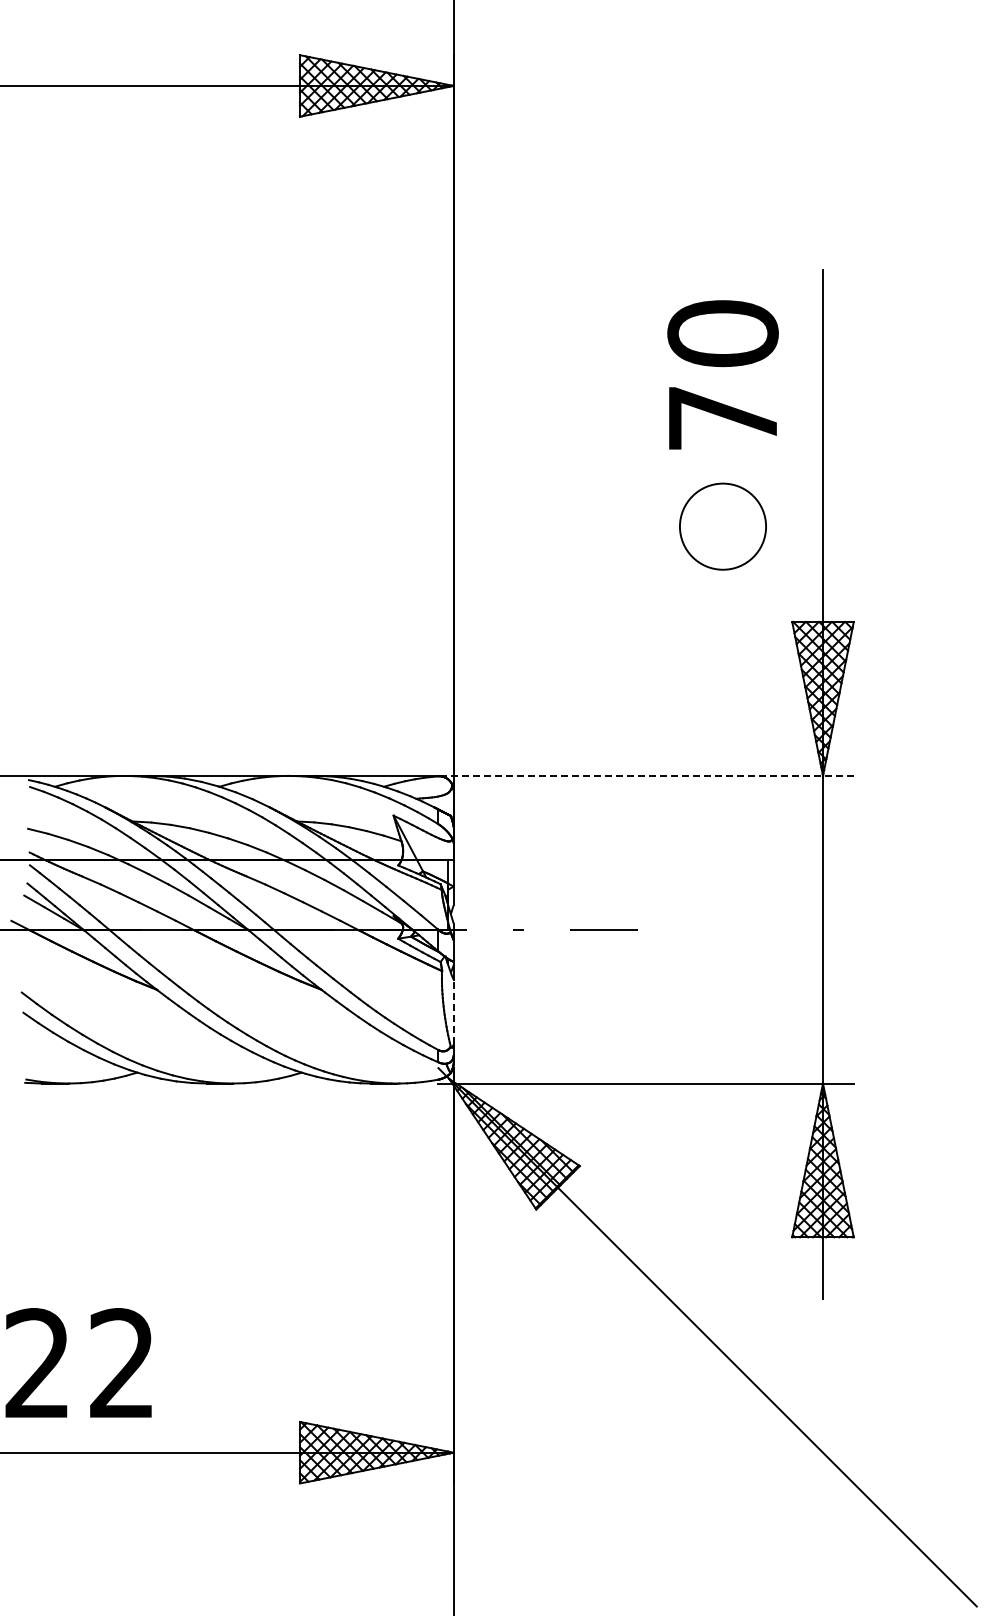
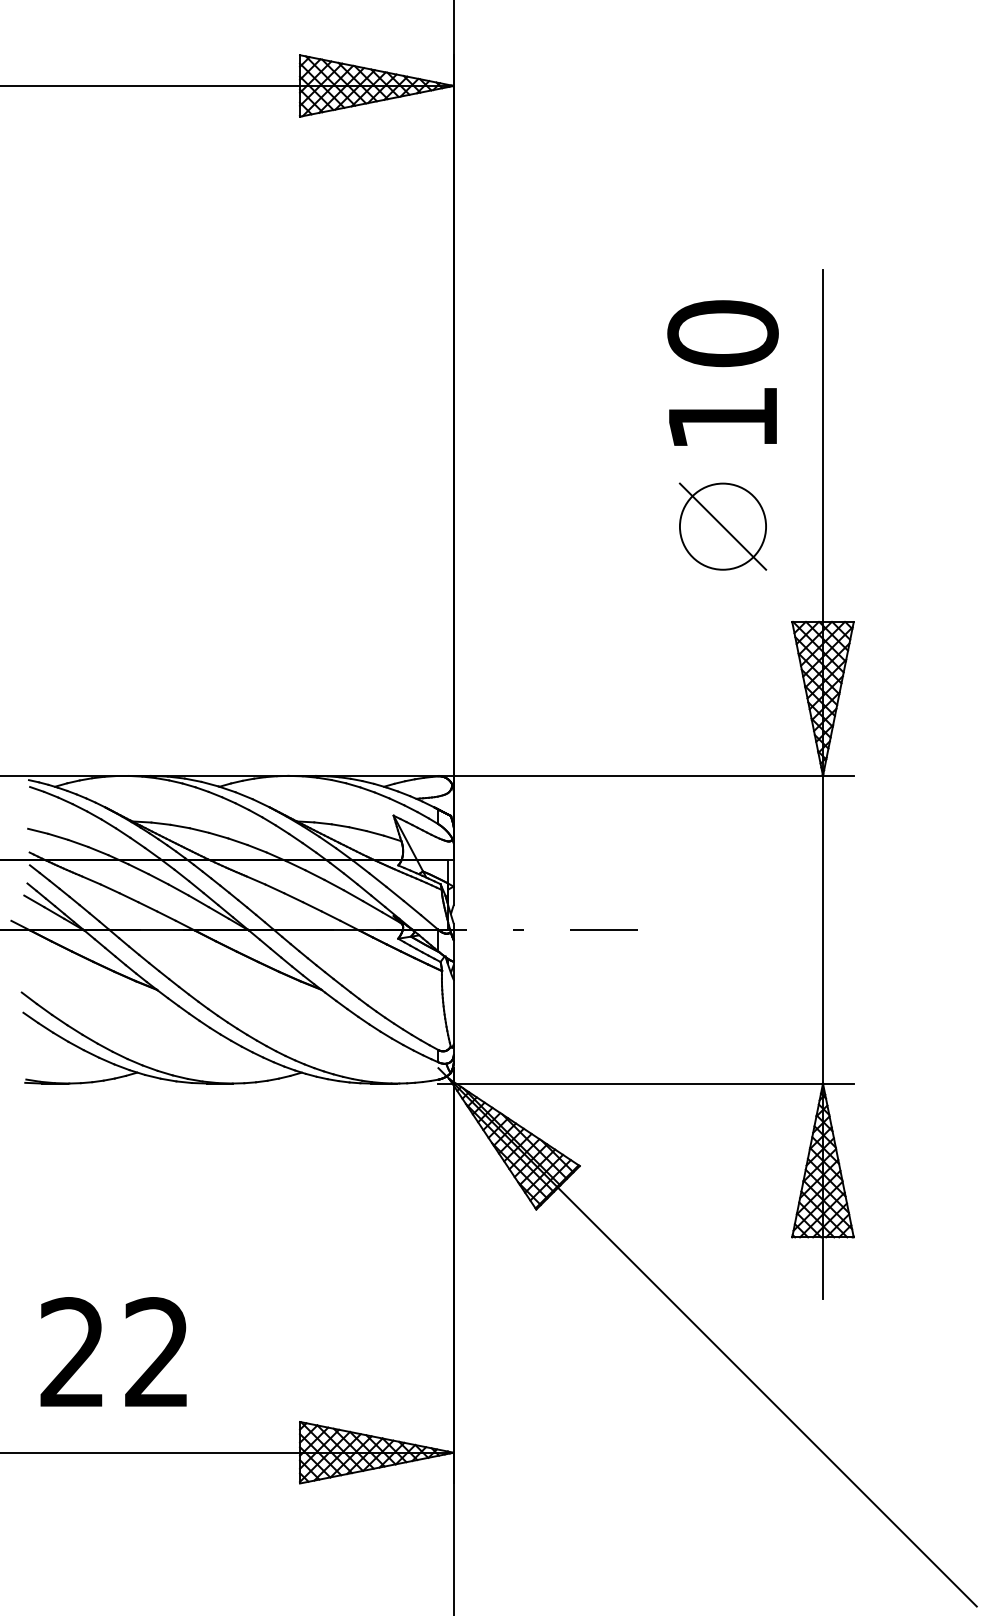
text at (722, 418): 70 -> 10
line at (722, 526): none -> present
line at (646, 775): dashed -> solid
line at (453, 1012): dashed -> solid
text at (78, 1362) position: (78, 1362) -> (113, 1351)
